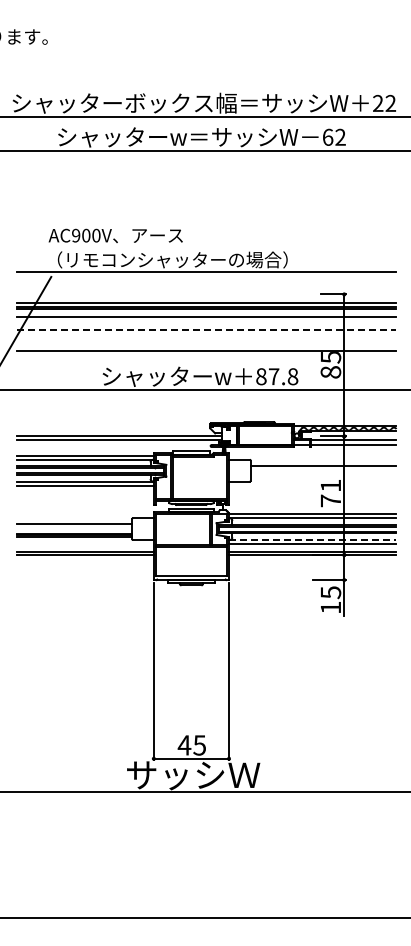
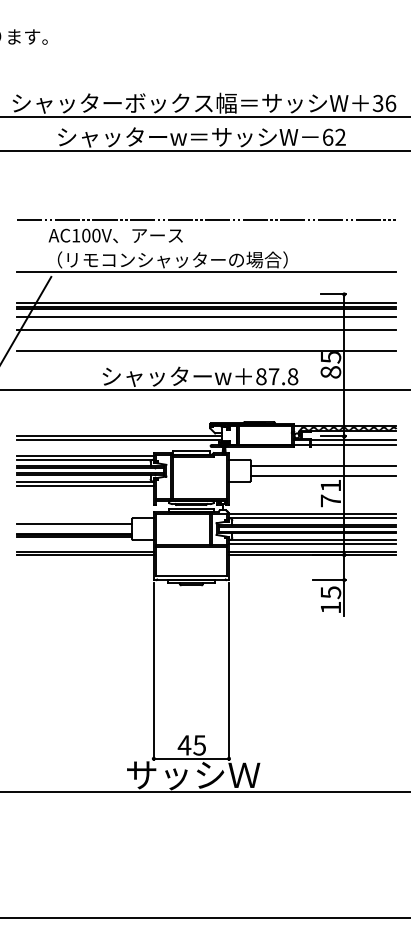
text at (384, 103): 22 -> 36
line at (206, 219): none -> present
text at (76, 235): AC900V -> AC100V
line at (207, 329): dashed -> solid
line at (323, 475): none -> present
line at (312, 539): dashed -> solid
